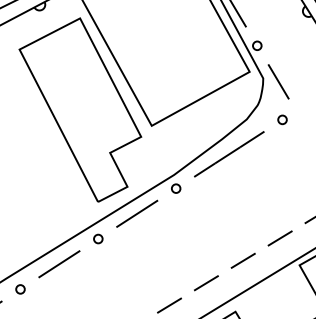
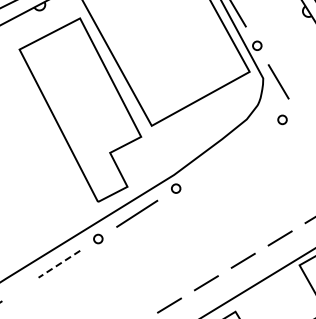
line at (229, 154): present -> none
line at (59, 264): solid -> dashed
circle at (20, 289): present -> none
